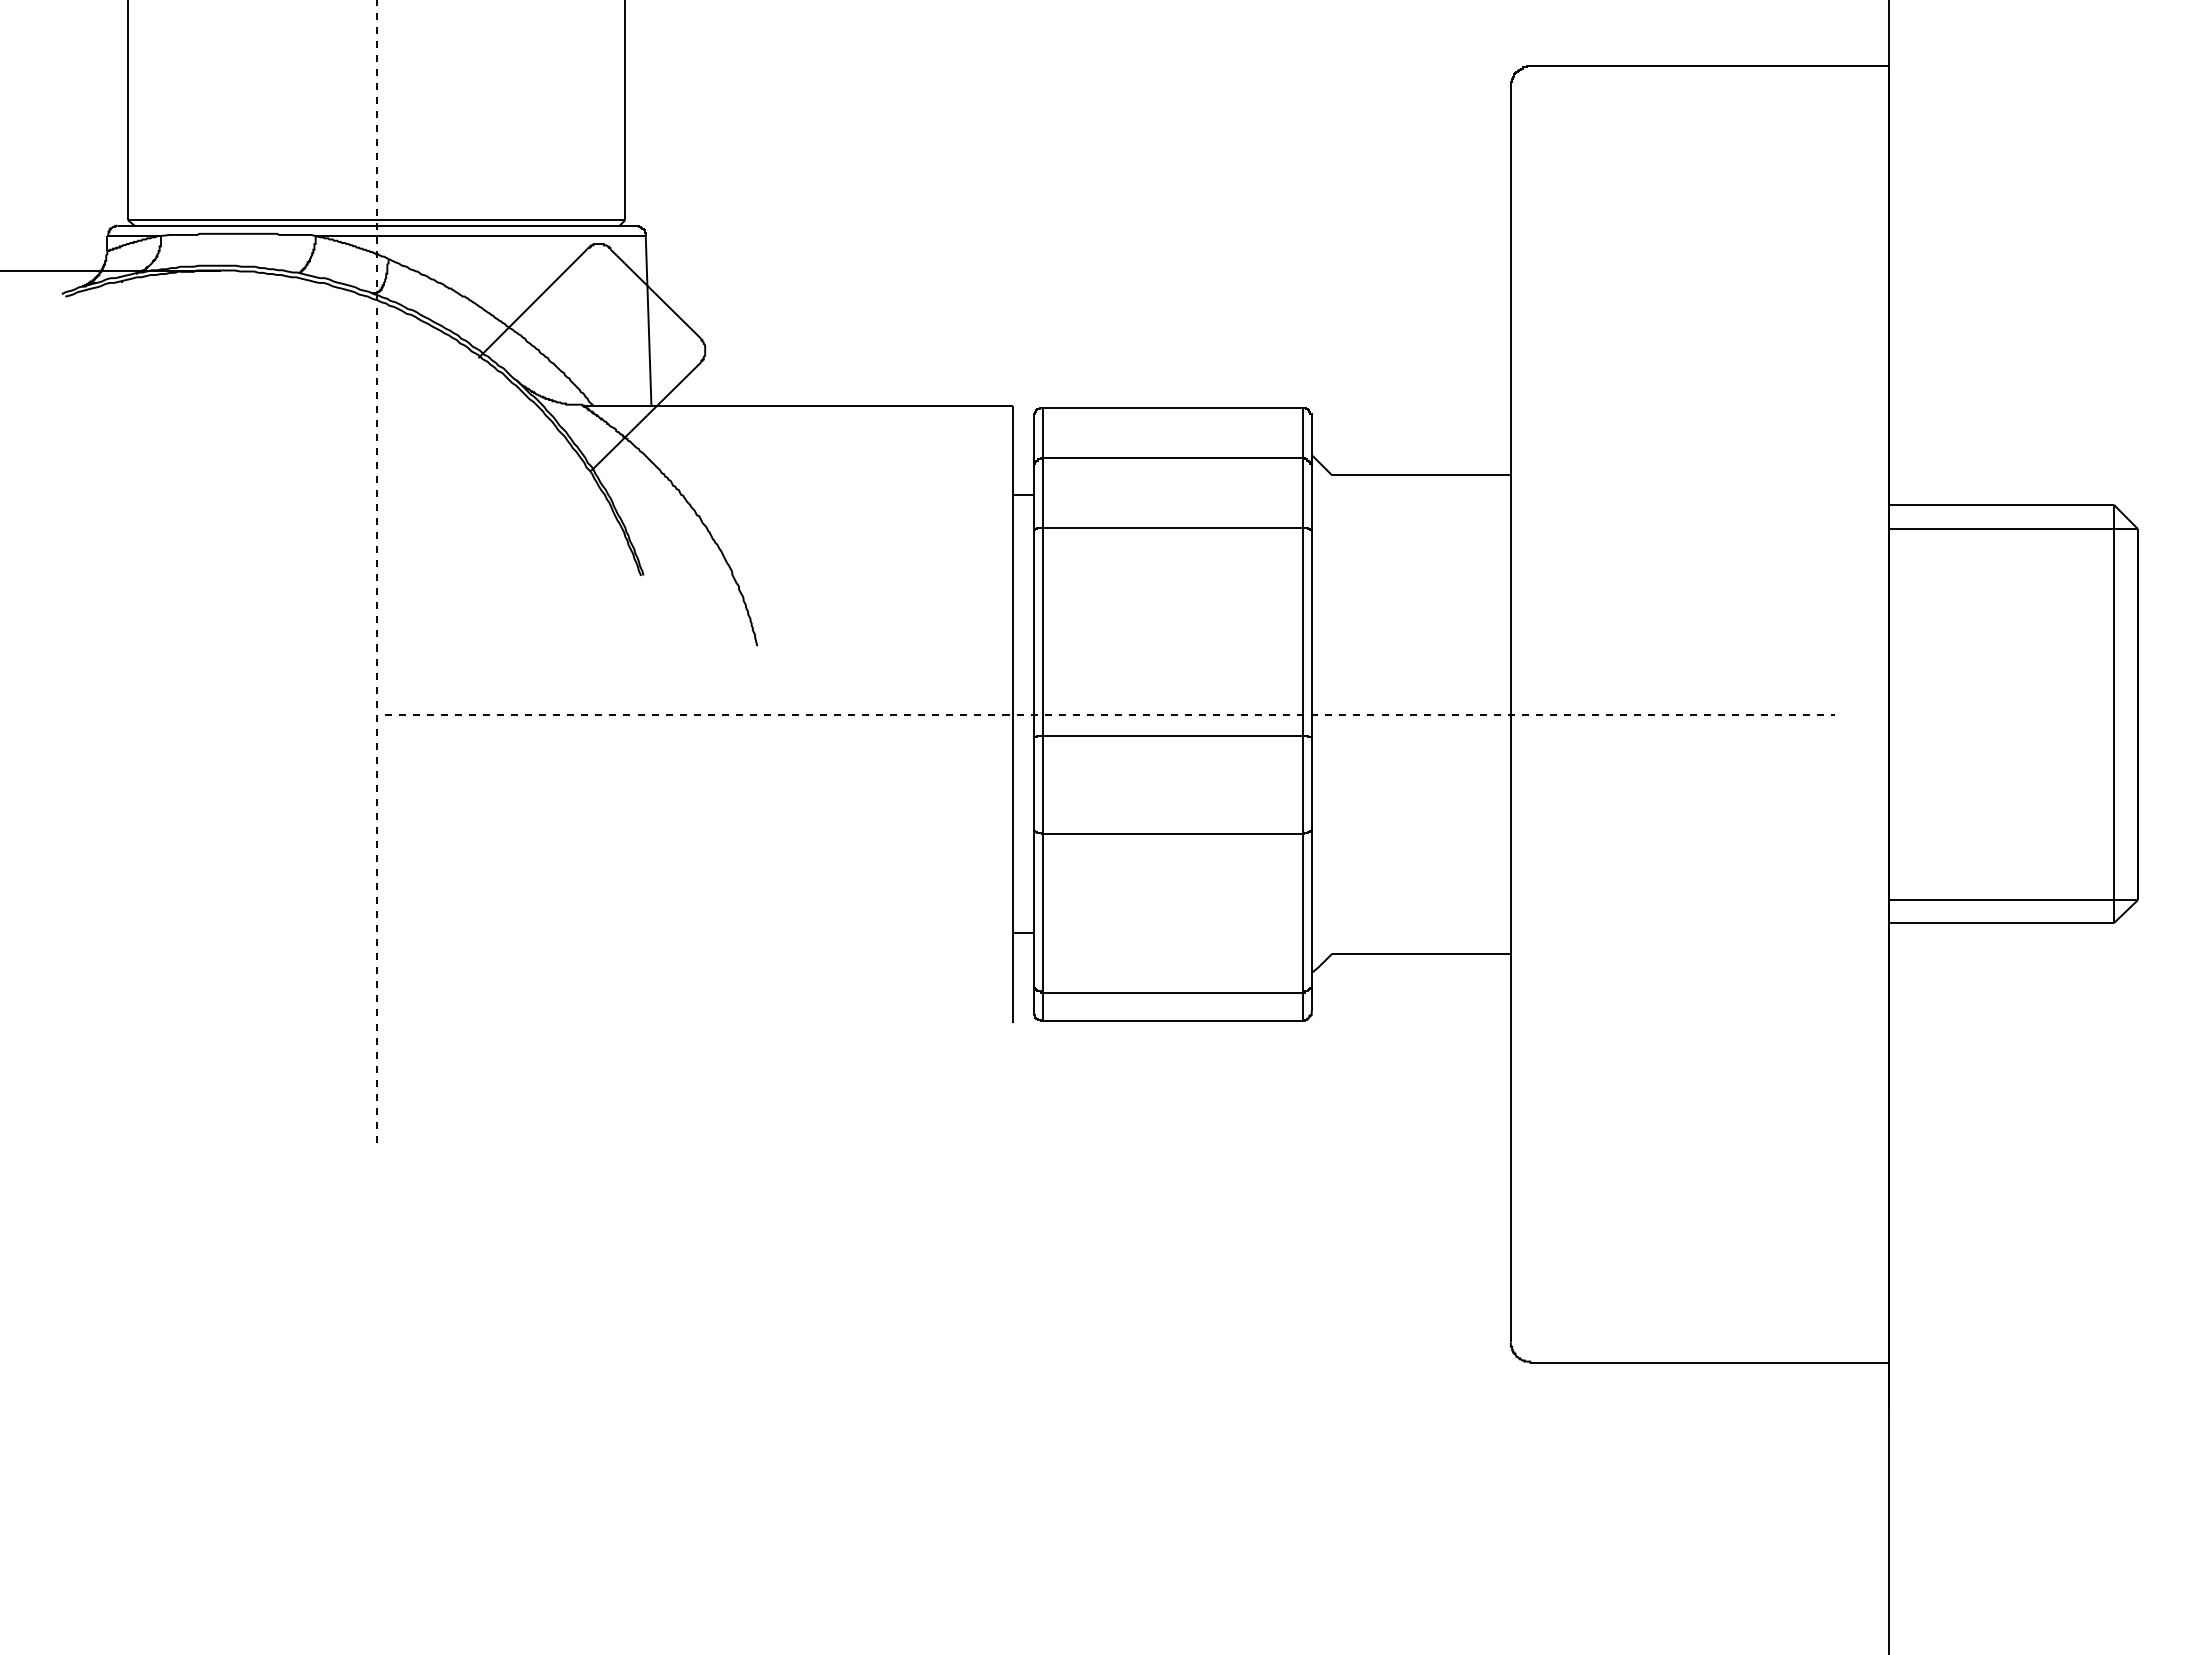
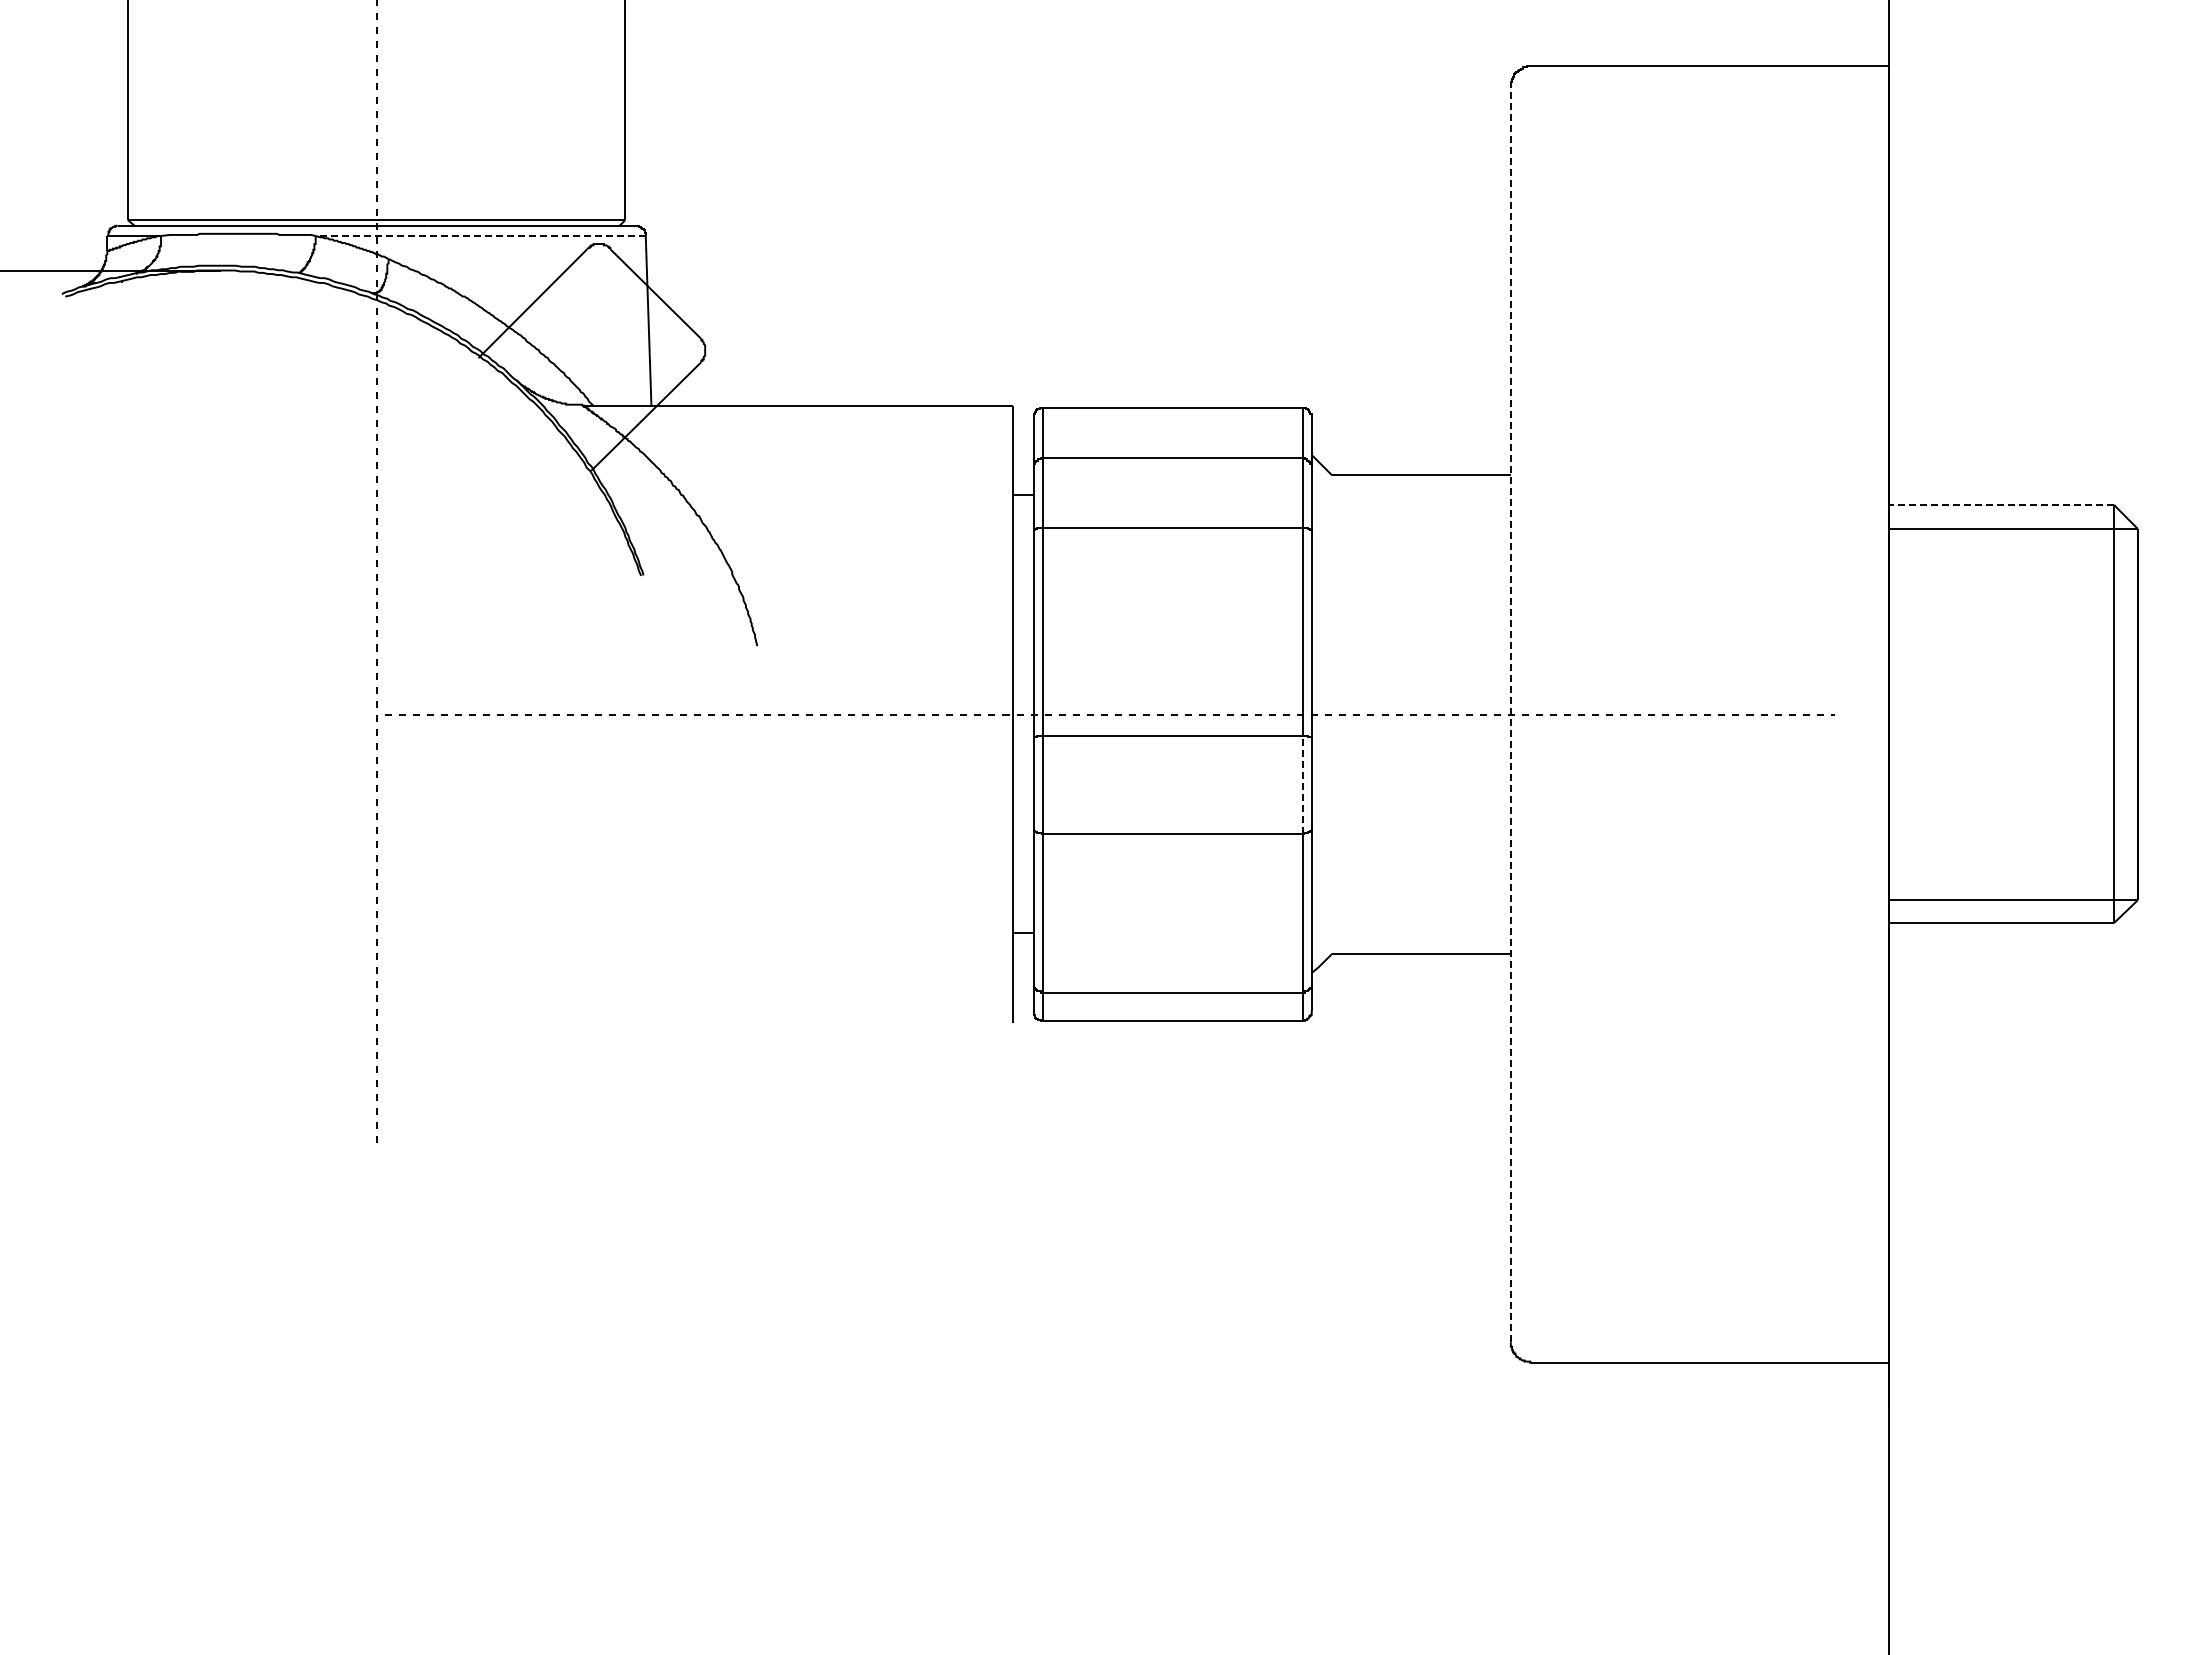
line at (480, 235): solid -> dashed
line at (2001, 504): solid -> dashed
line at (1510, 714): solid -> dashed
line at (1302, 785): solid -> dashed
